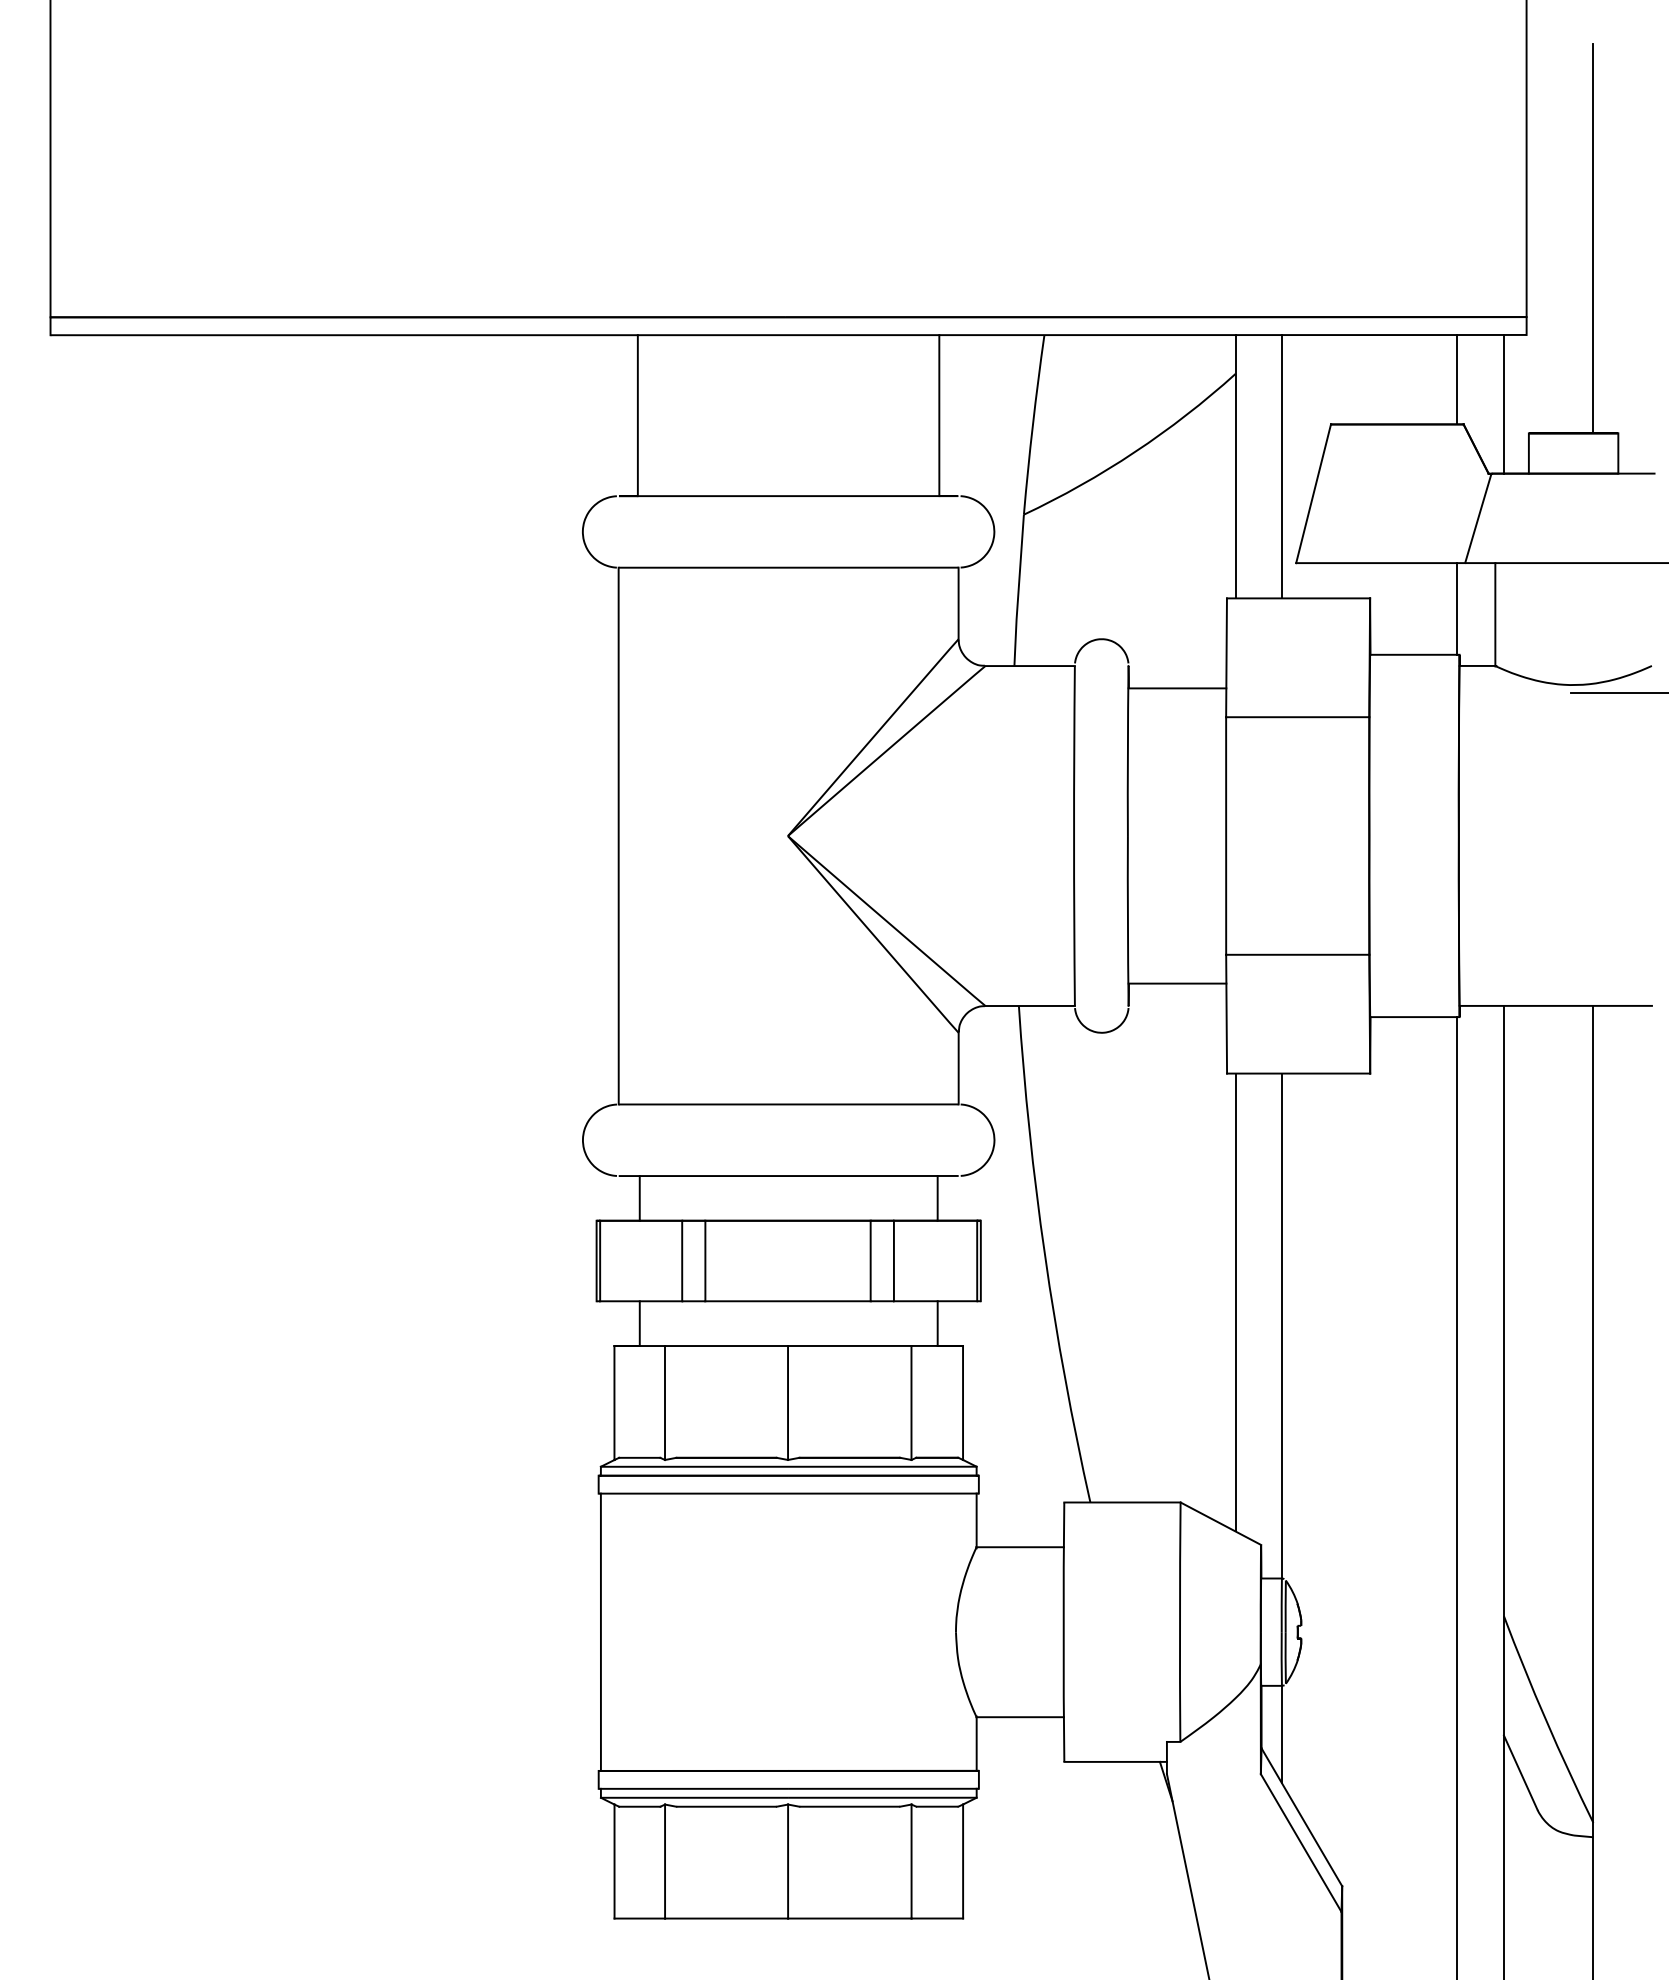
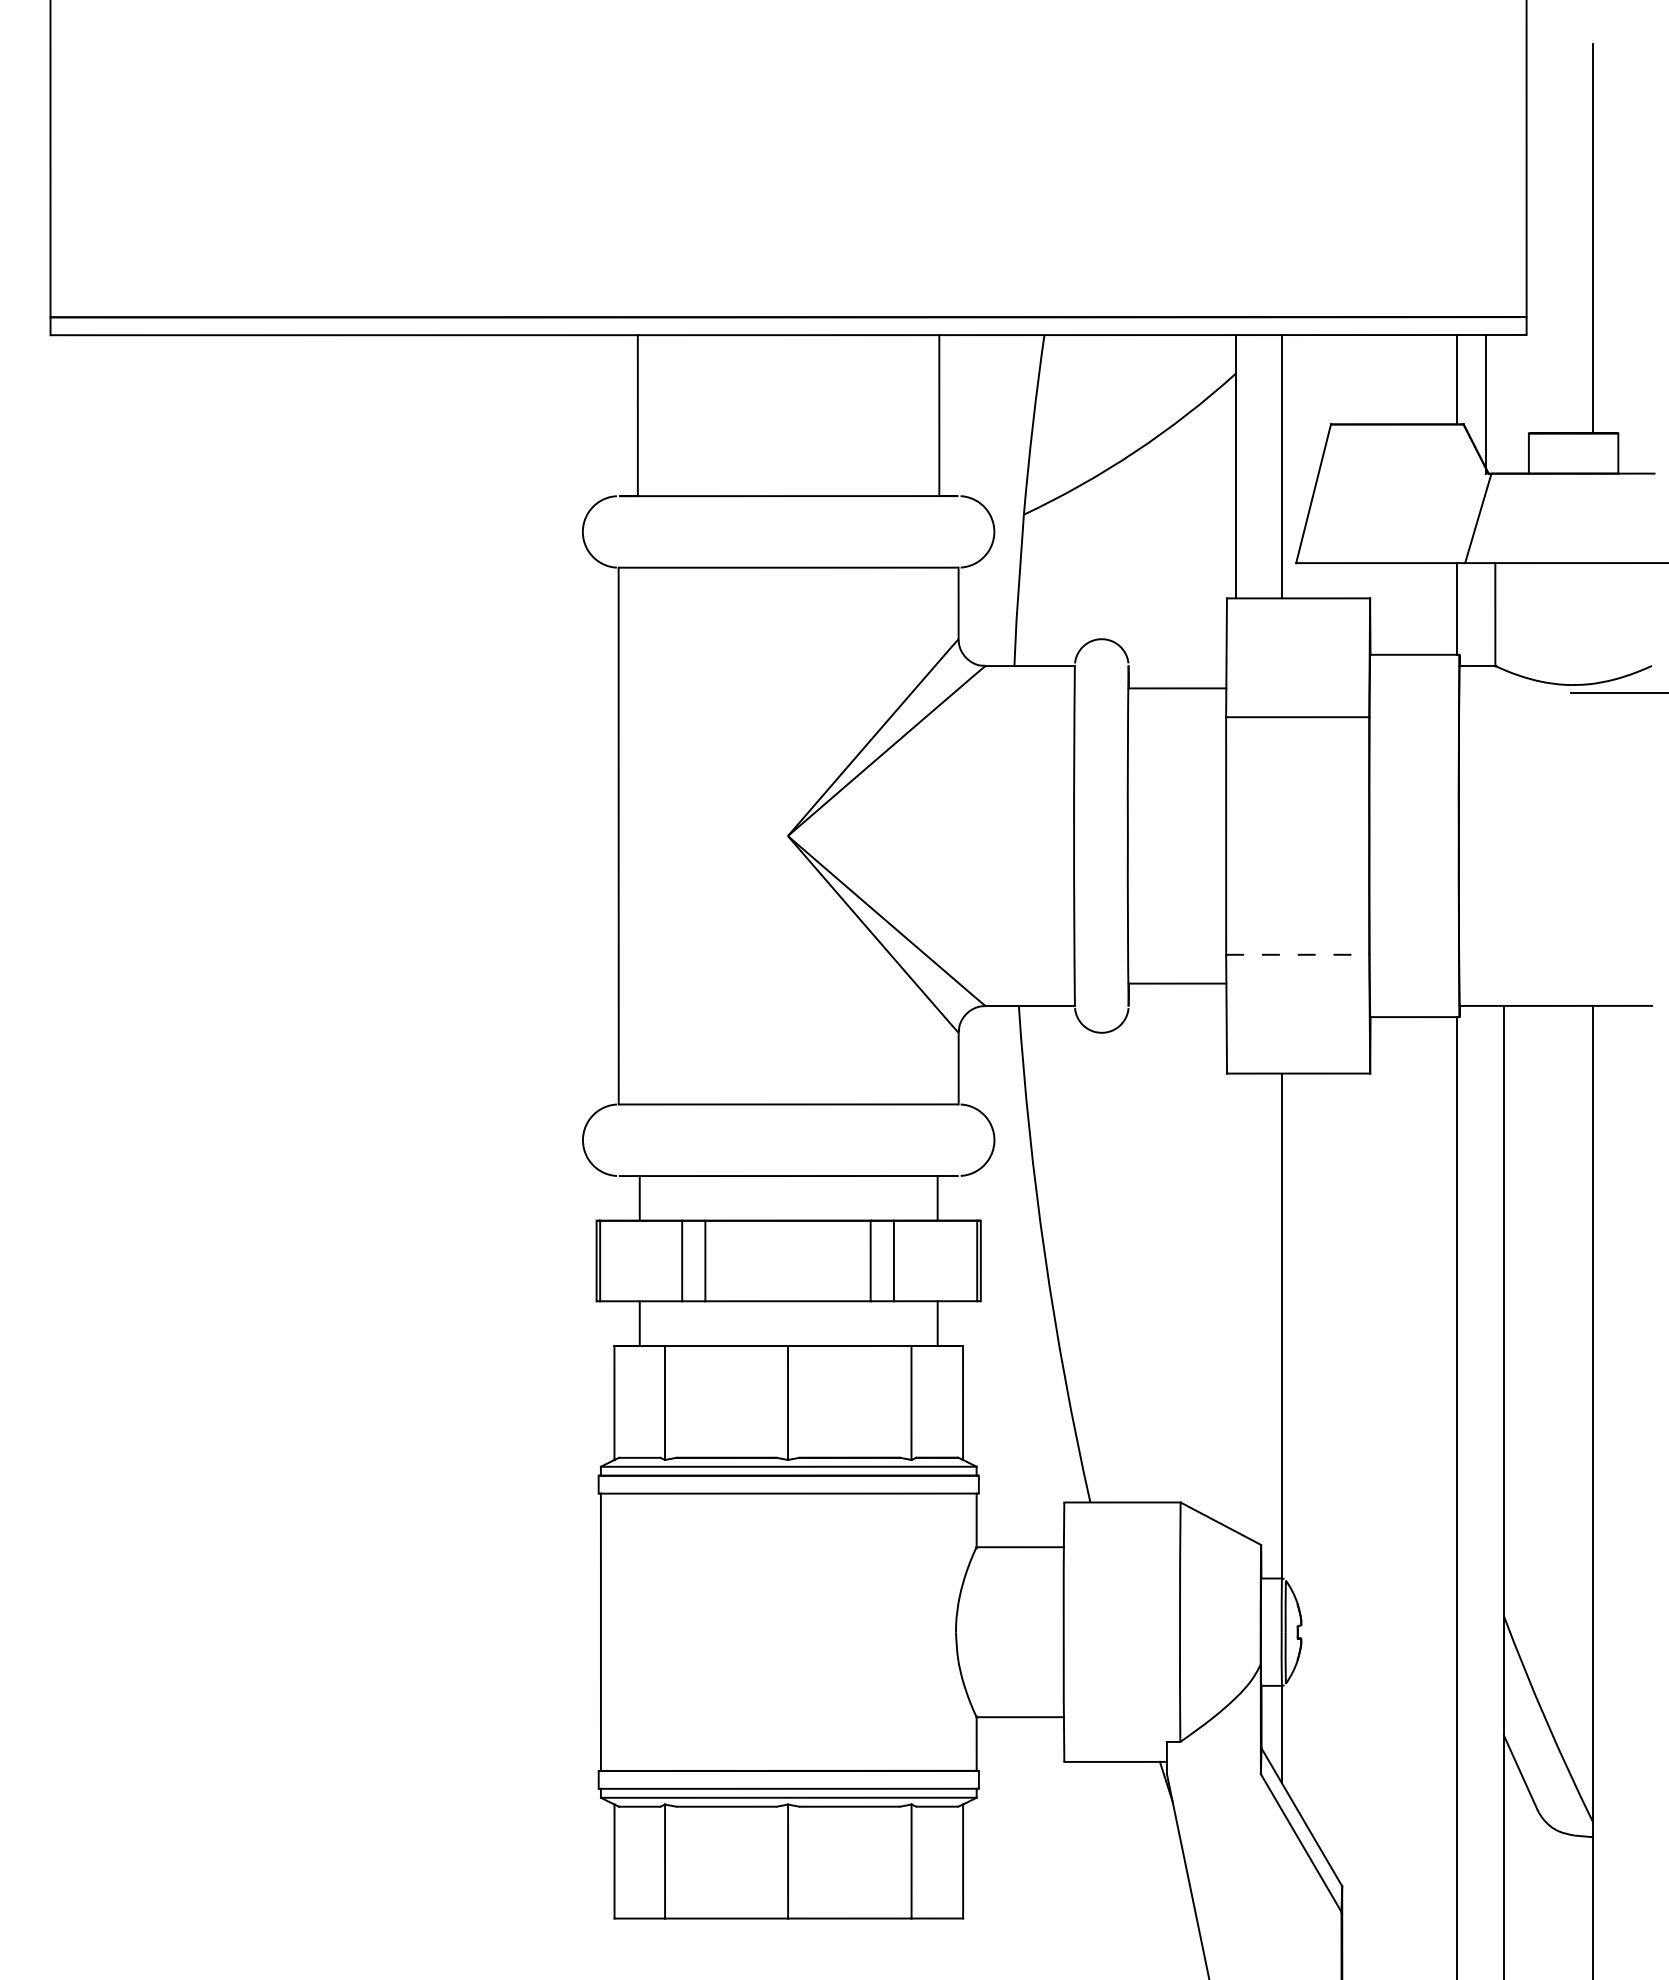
line at (1503, 403) position: (1503, 403) -> (1485, 403)
line at (1297, 954): solid -> dashed
line at (1235, 1302): present -> none
